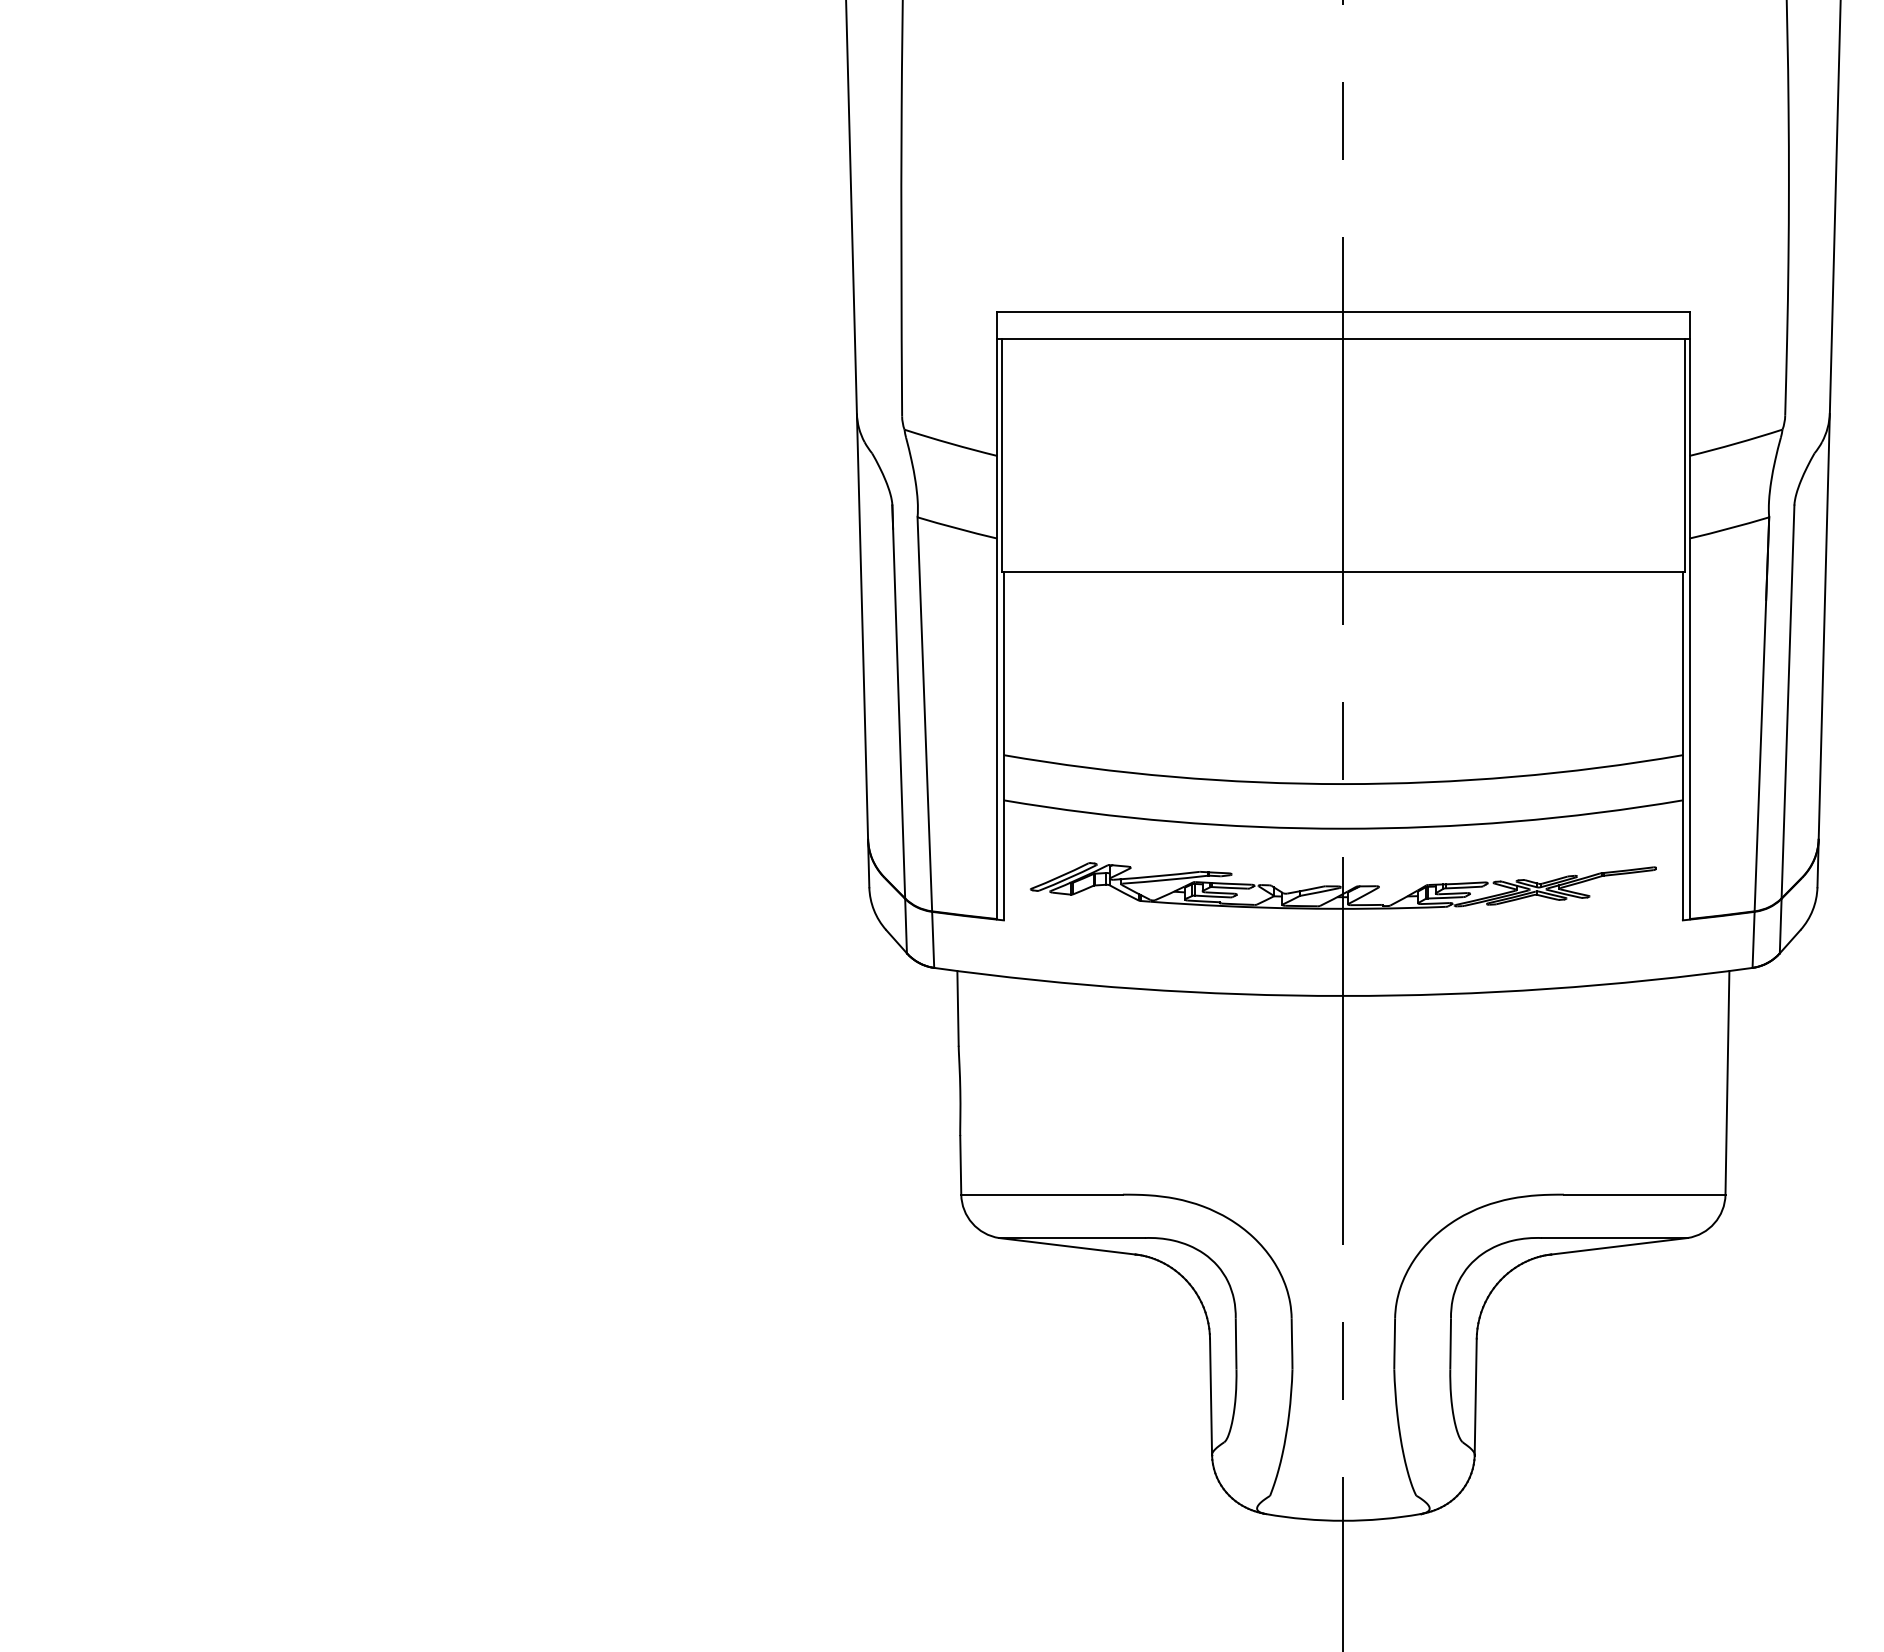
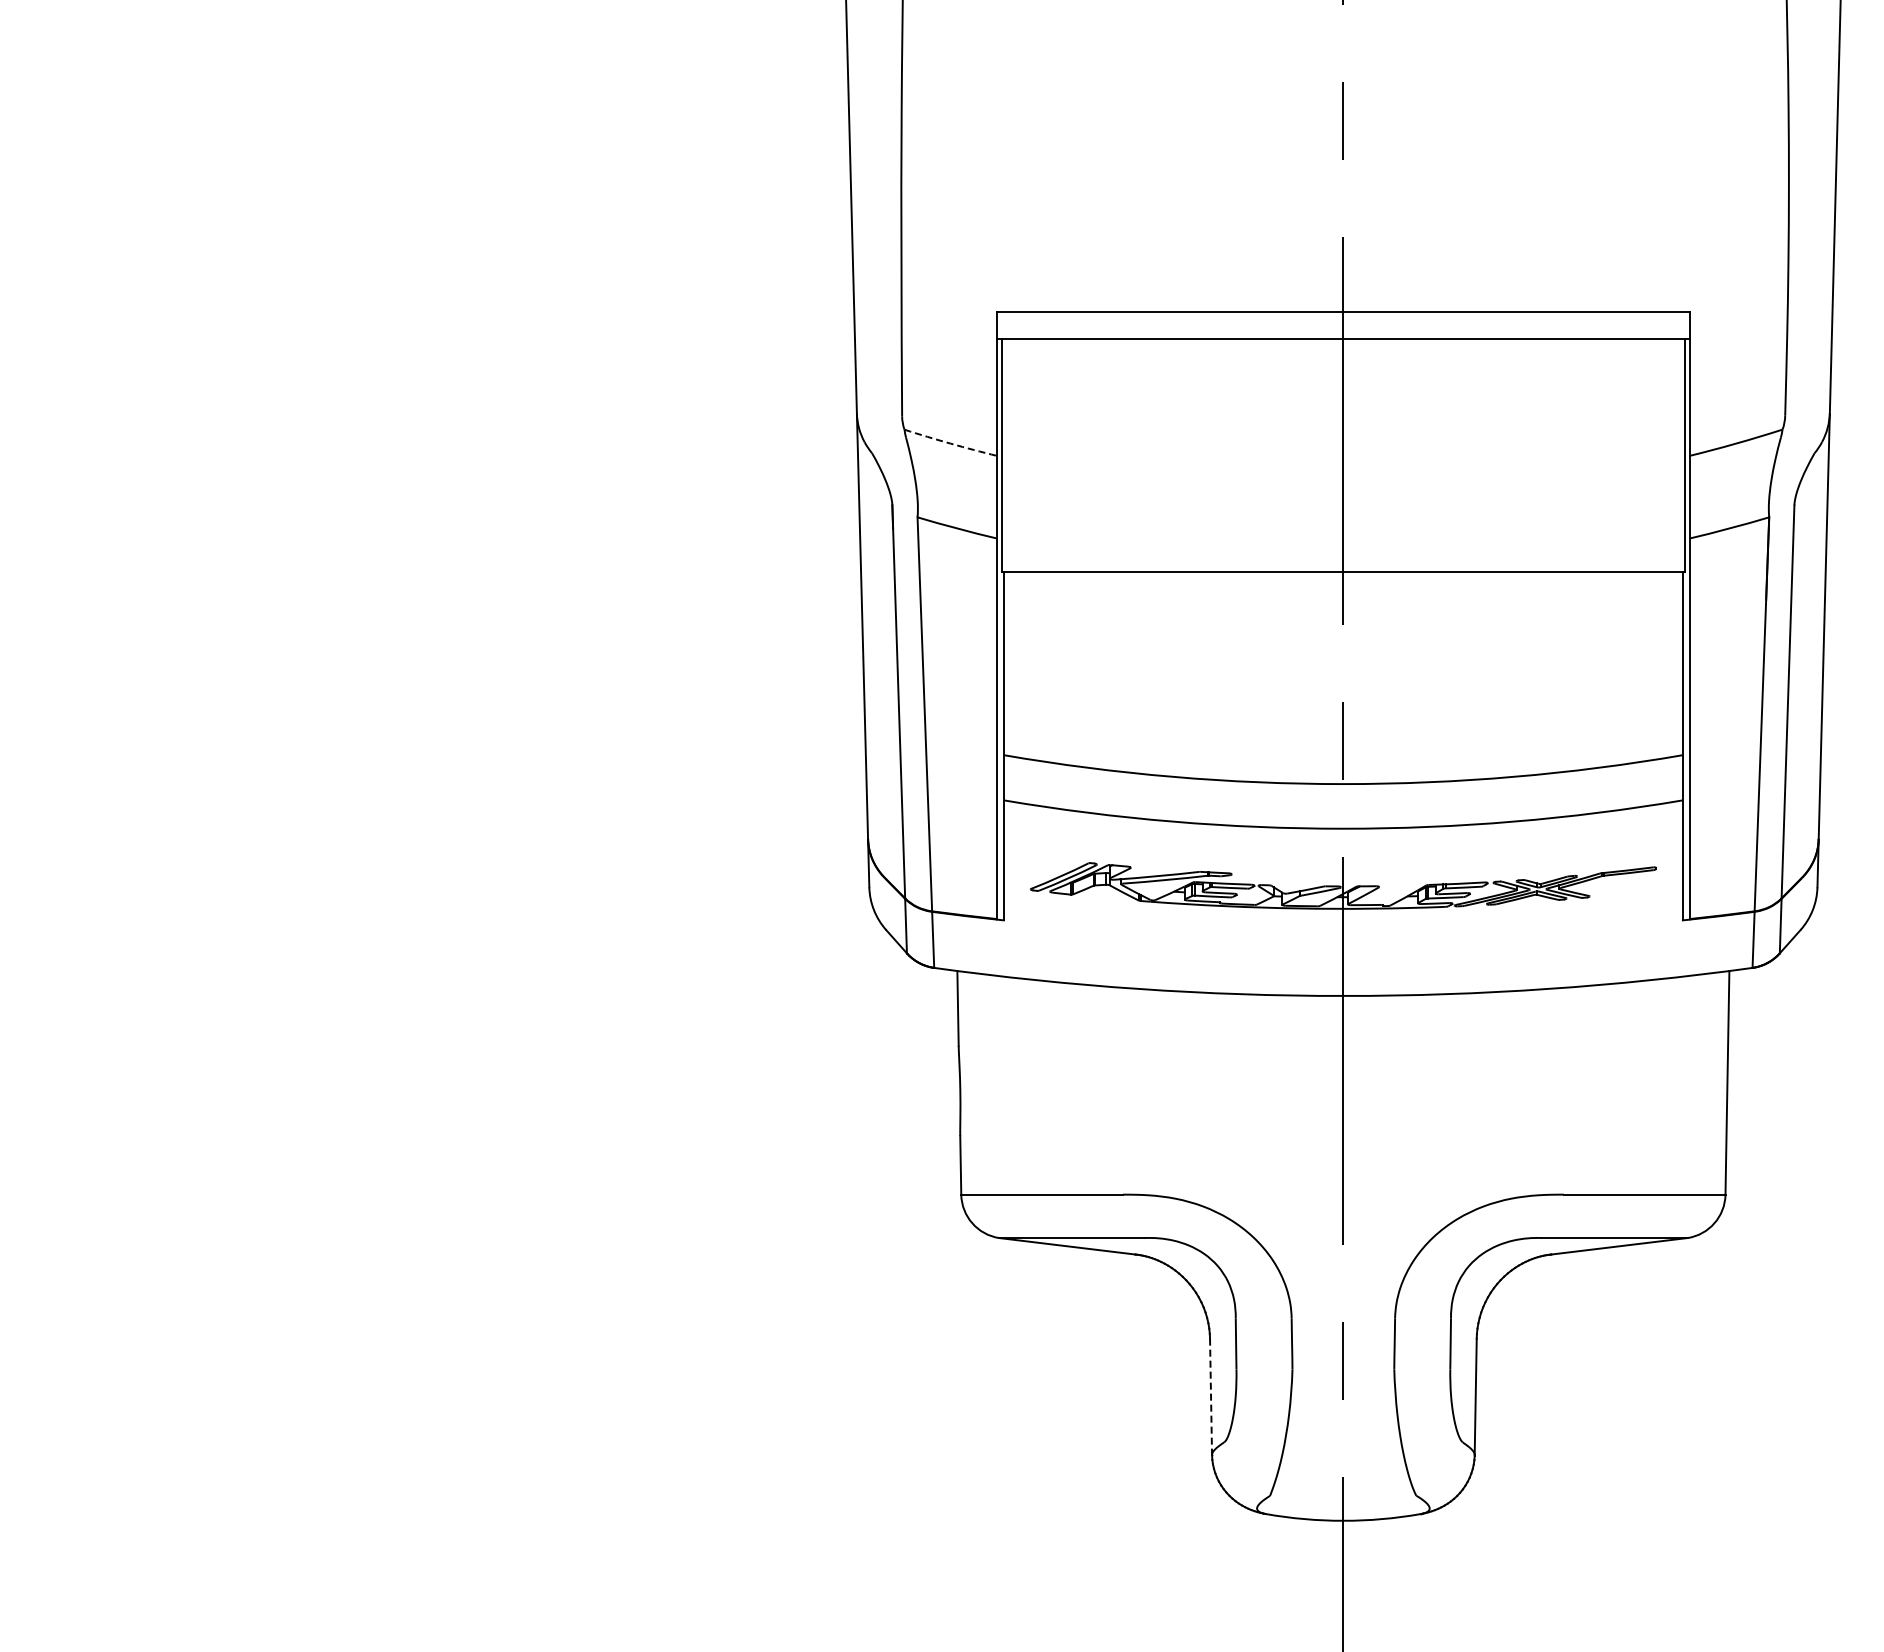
arc at (950, 443): solid -> dashed
line at (1211, 1397): solid -> dashed
